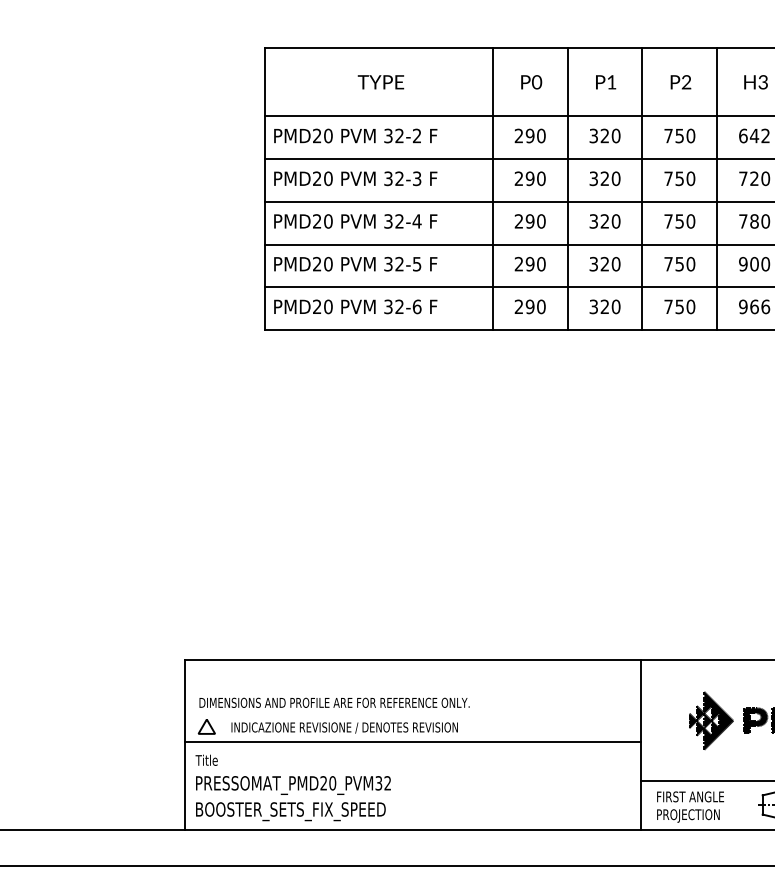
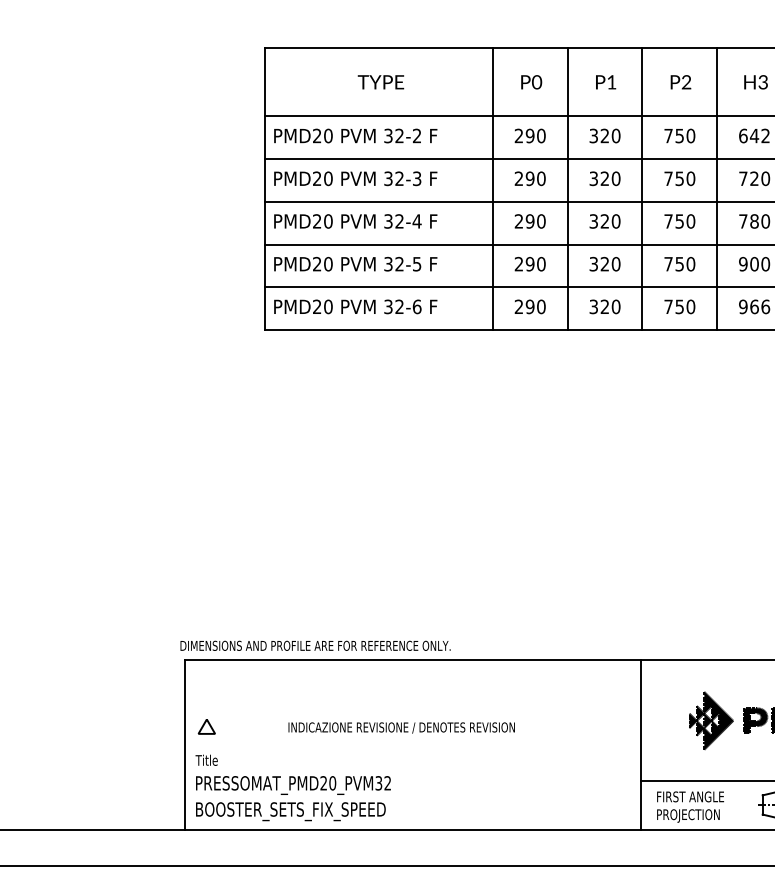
text at (334, 702) position: (334, 702) -> (315, 645)
text at (344, 727) position: (344, 727) -> (401, 727)
line at (412, 742): present -> none
